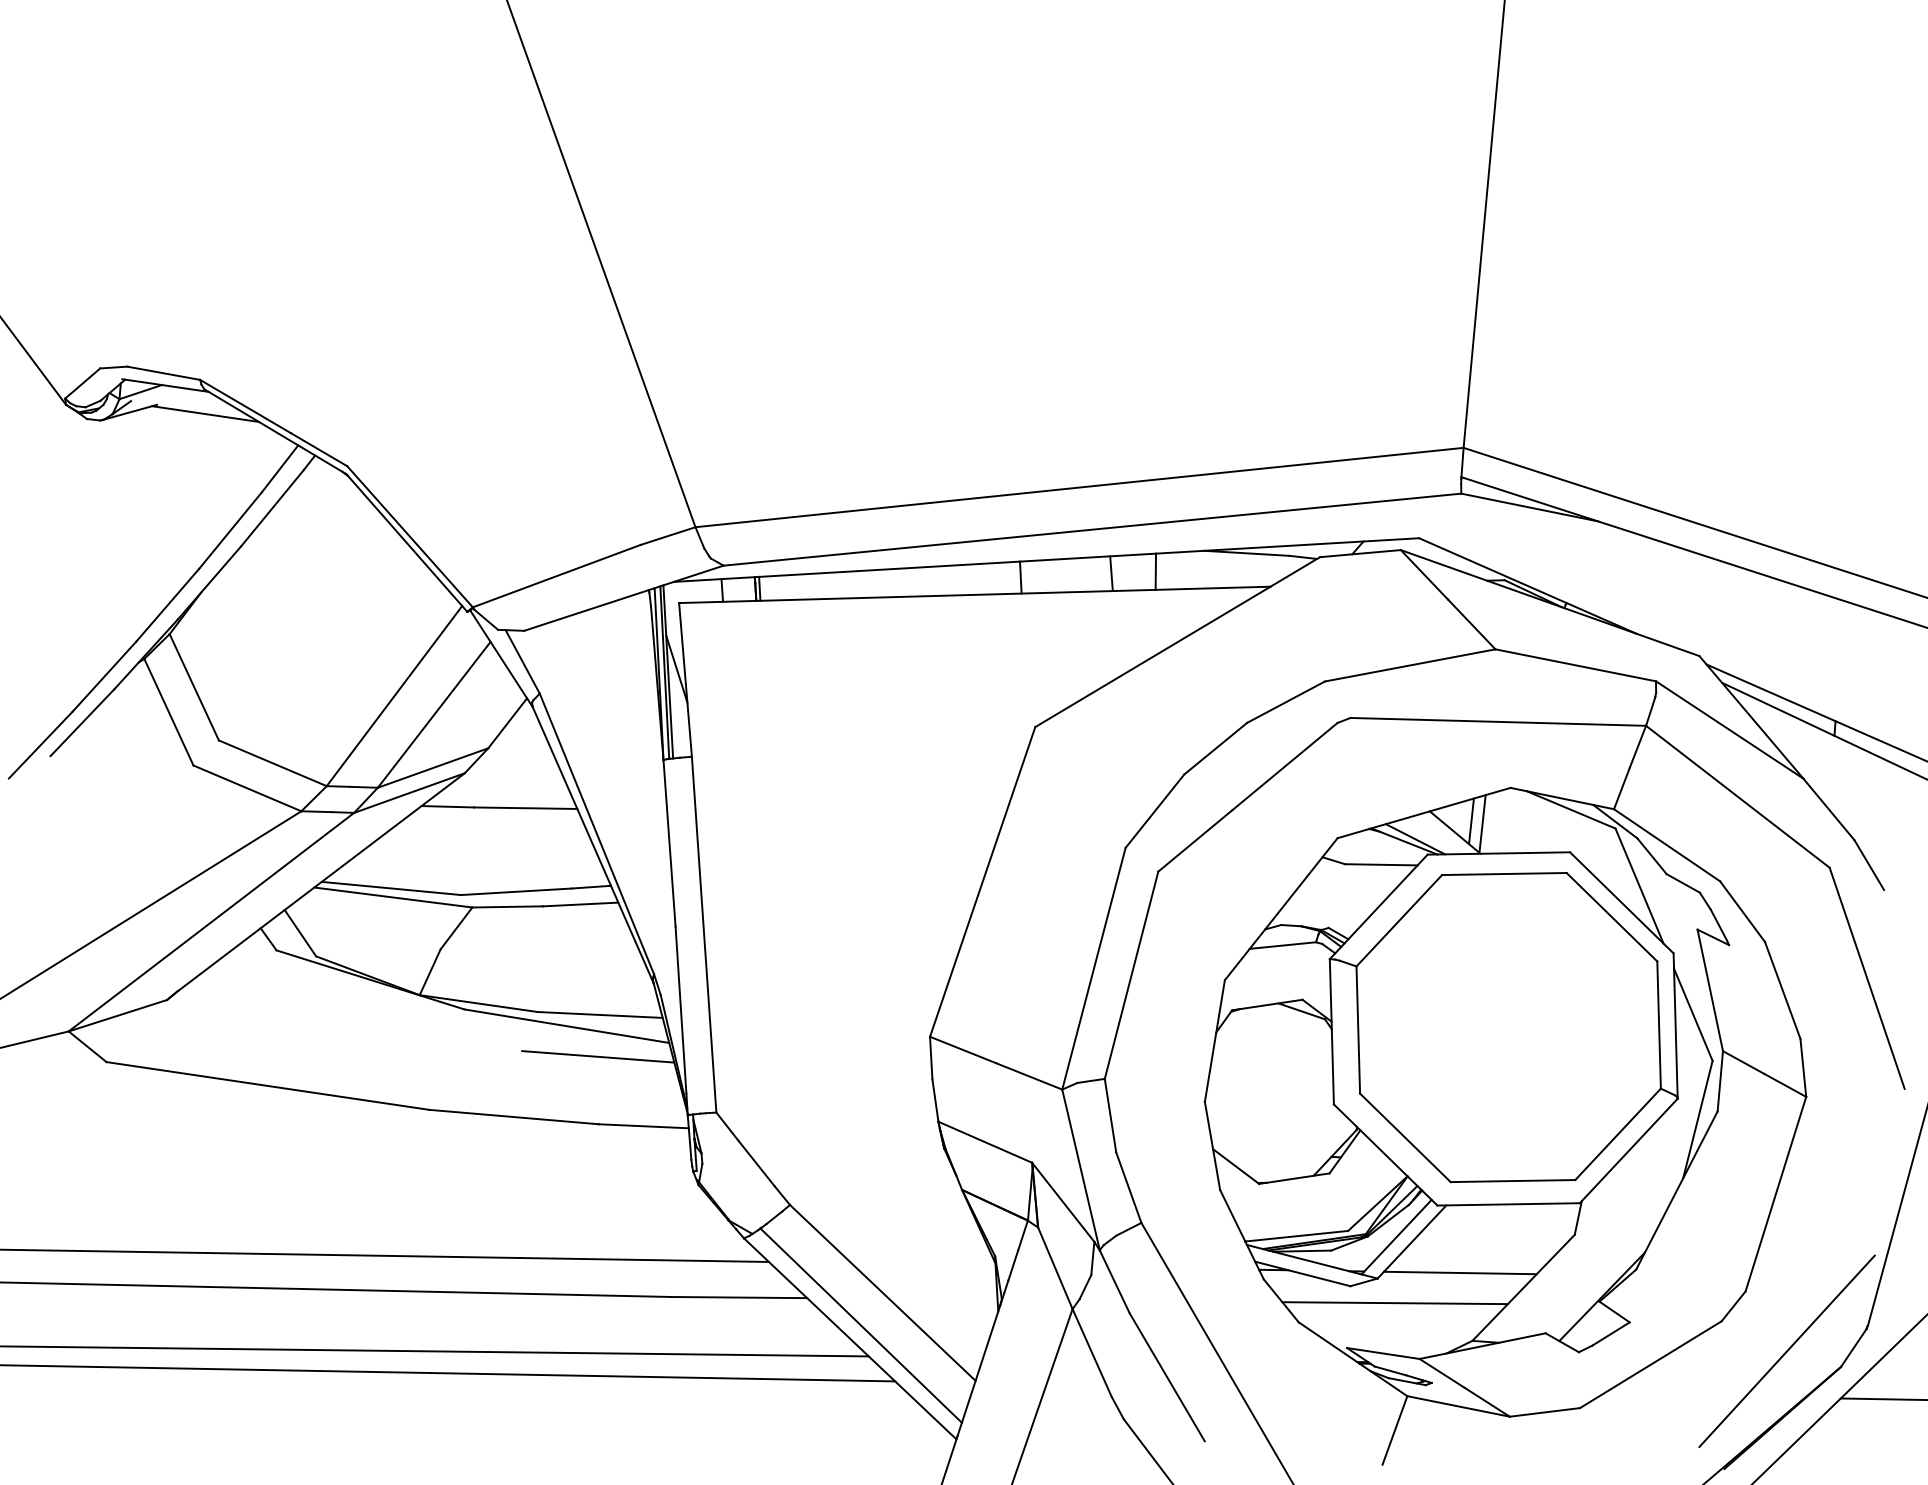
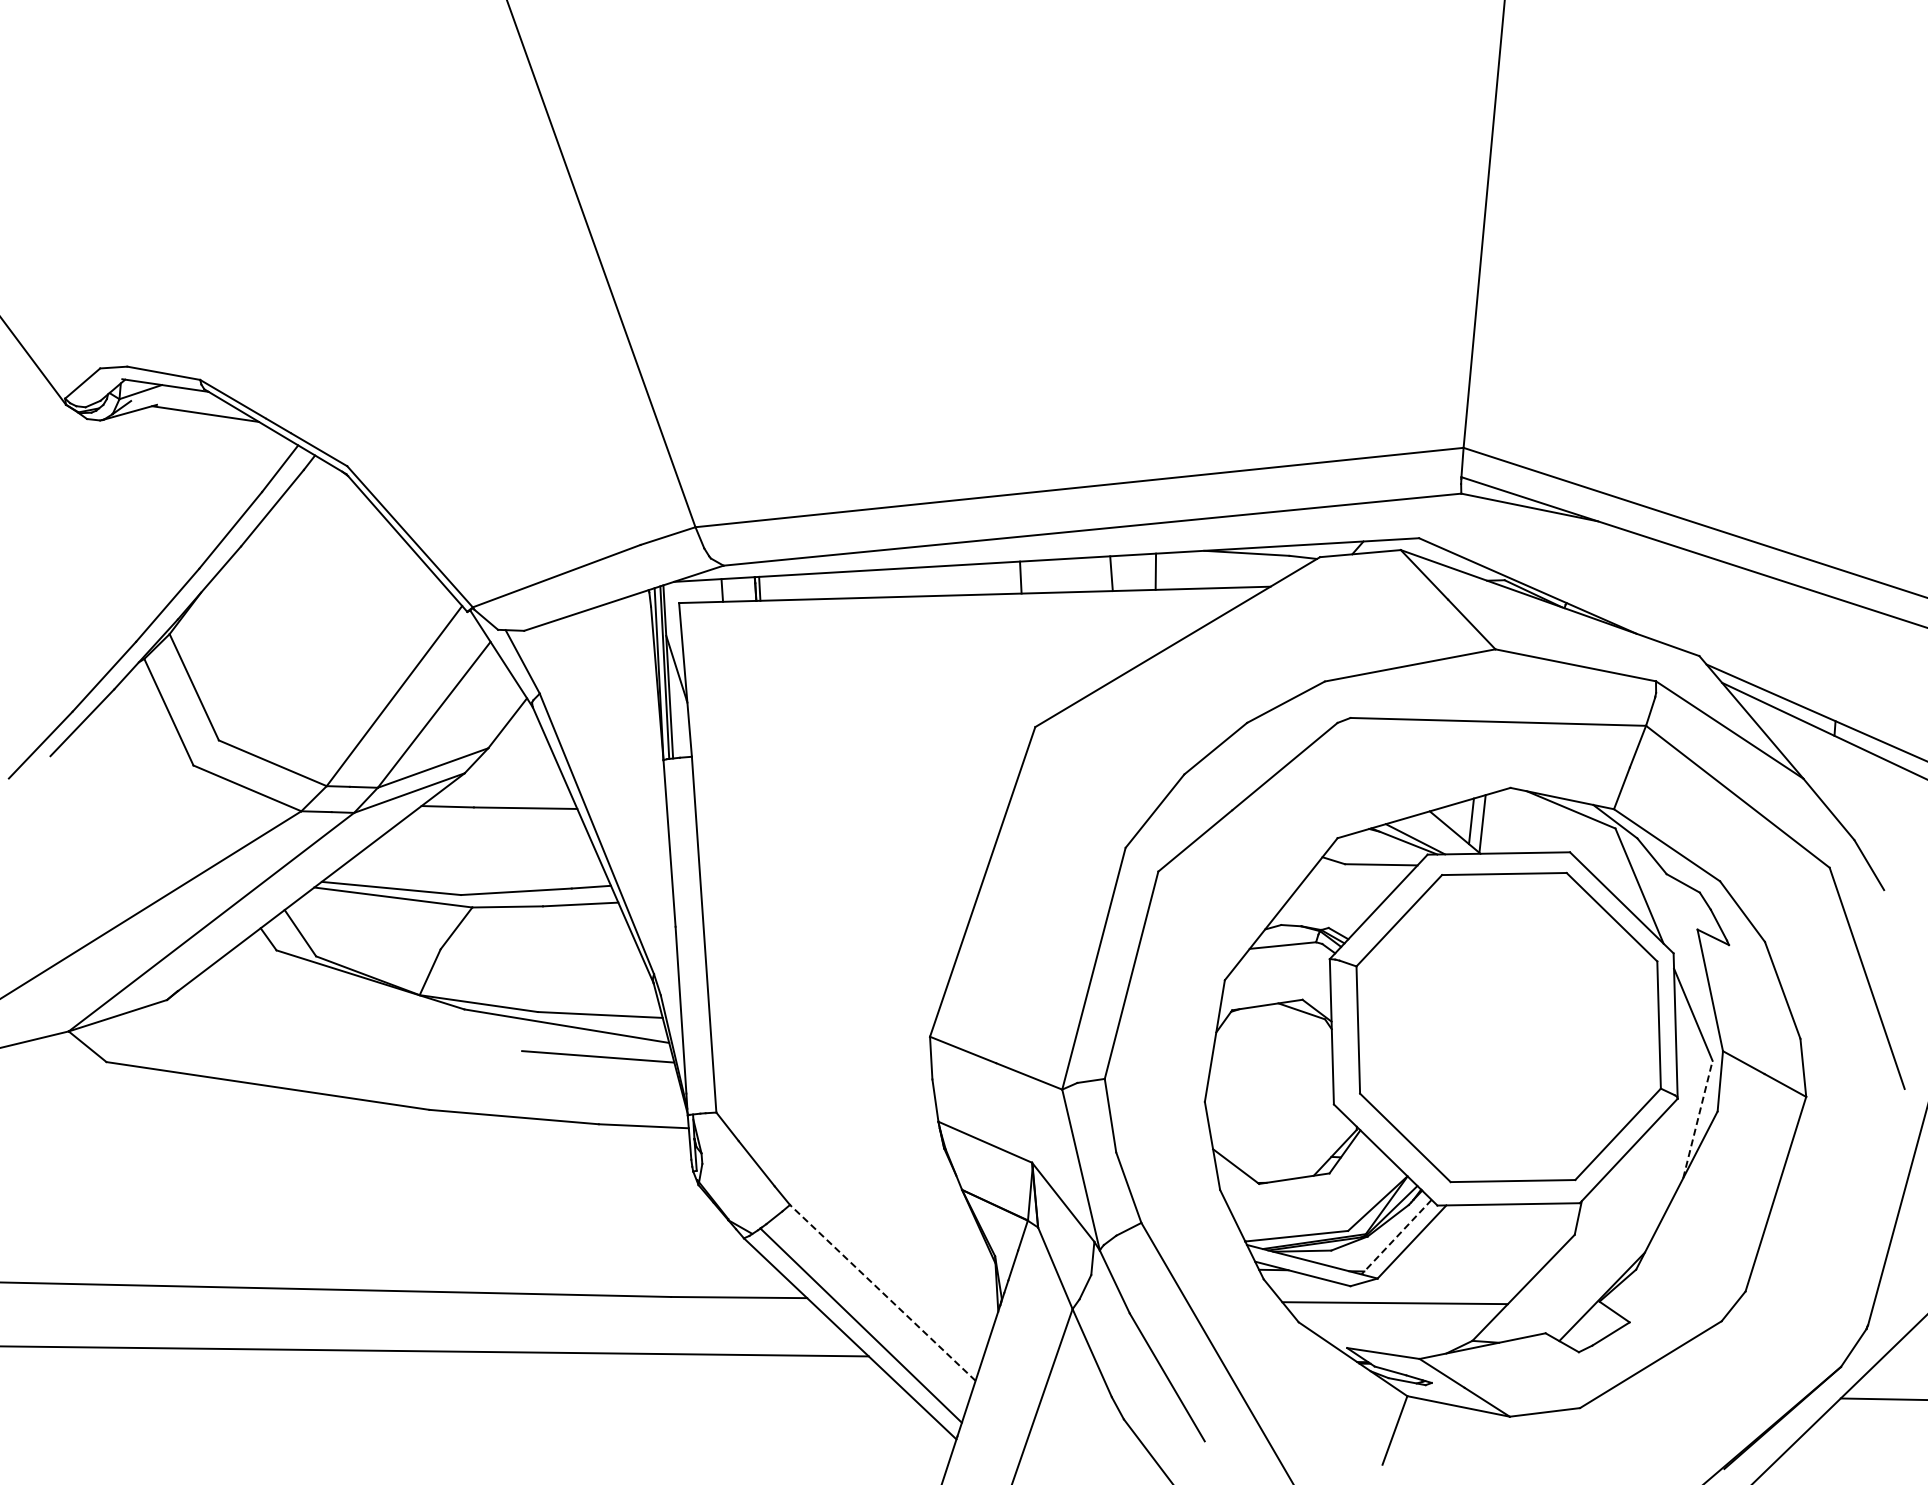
line at (1697, 1119): solid -> dashed
line at (1396, 1237): solid -> dashed
line at (385, 1255): present -> none
line at (1460, 1272): present -> none
line at (882, 1292): solid -> dashed
line at (1786, 1350): present -> none
line at (448, 1373): present -> none
